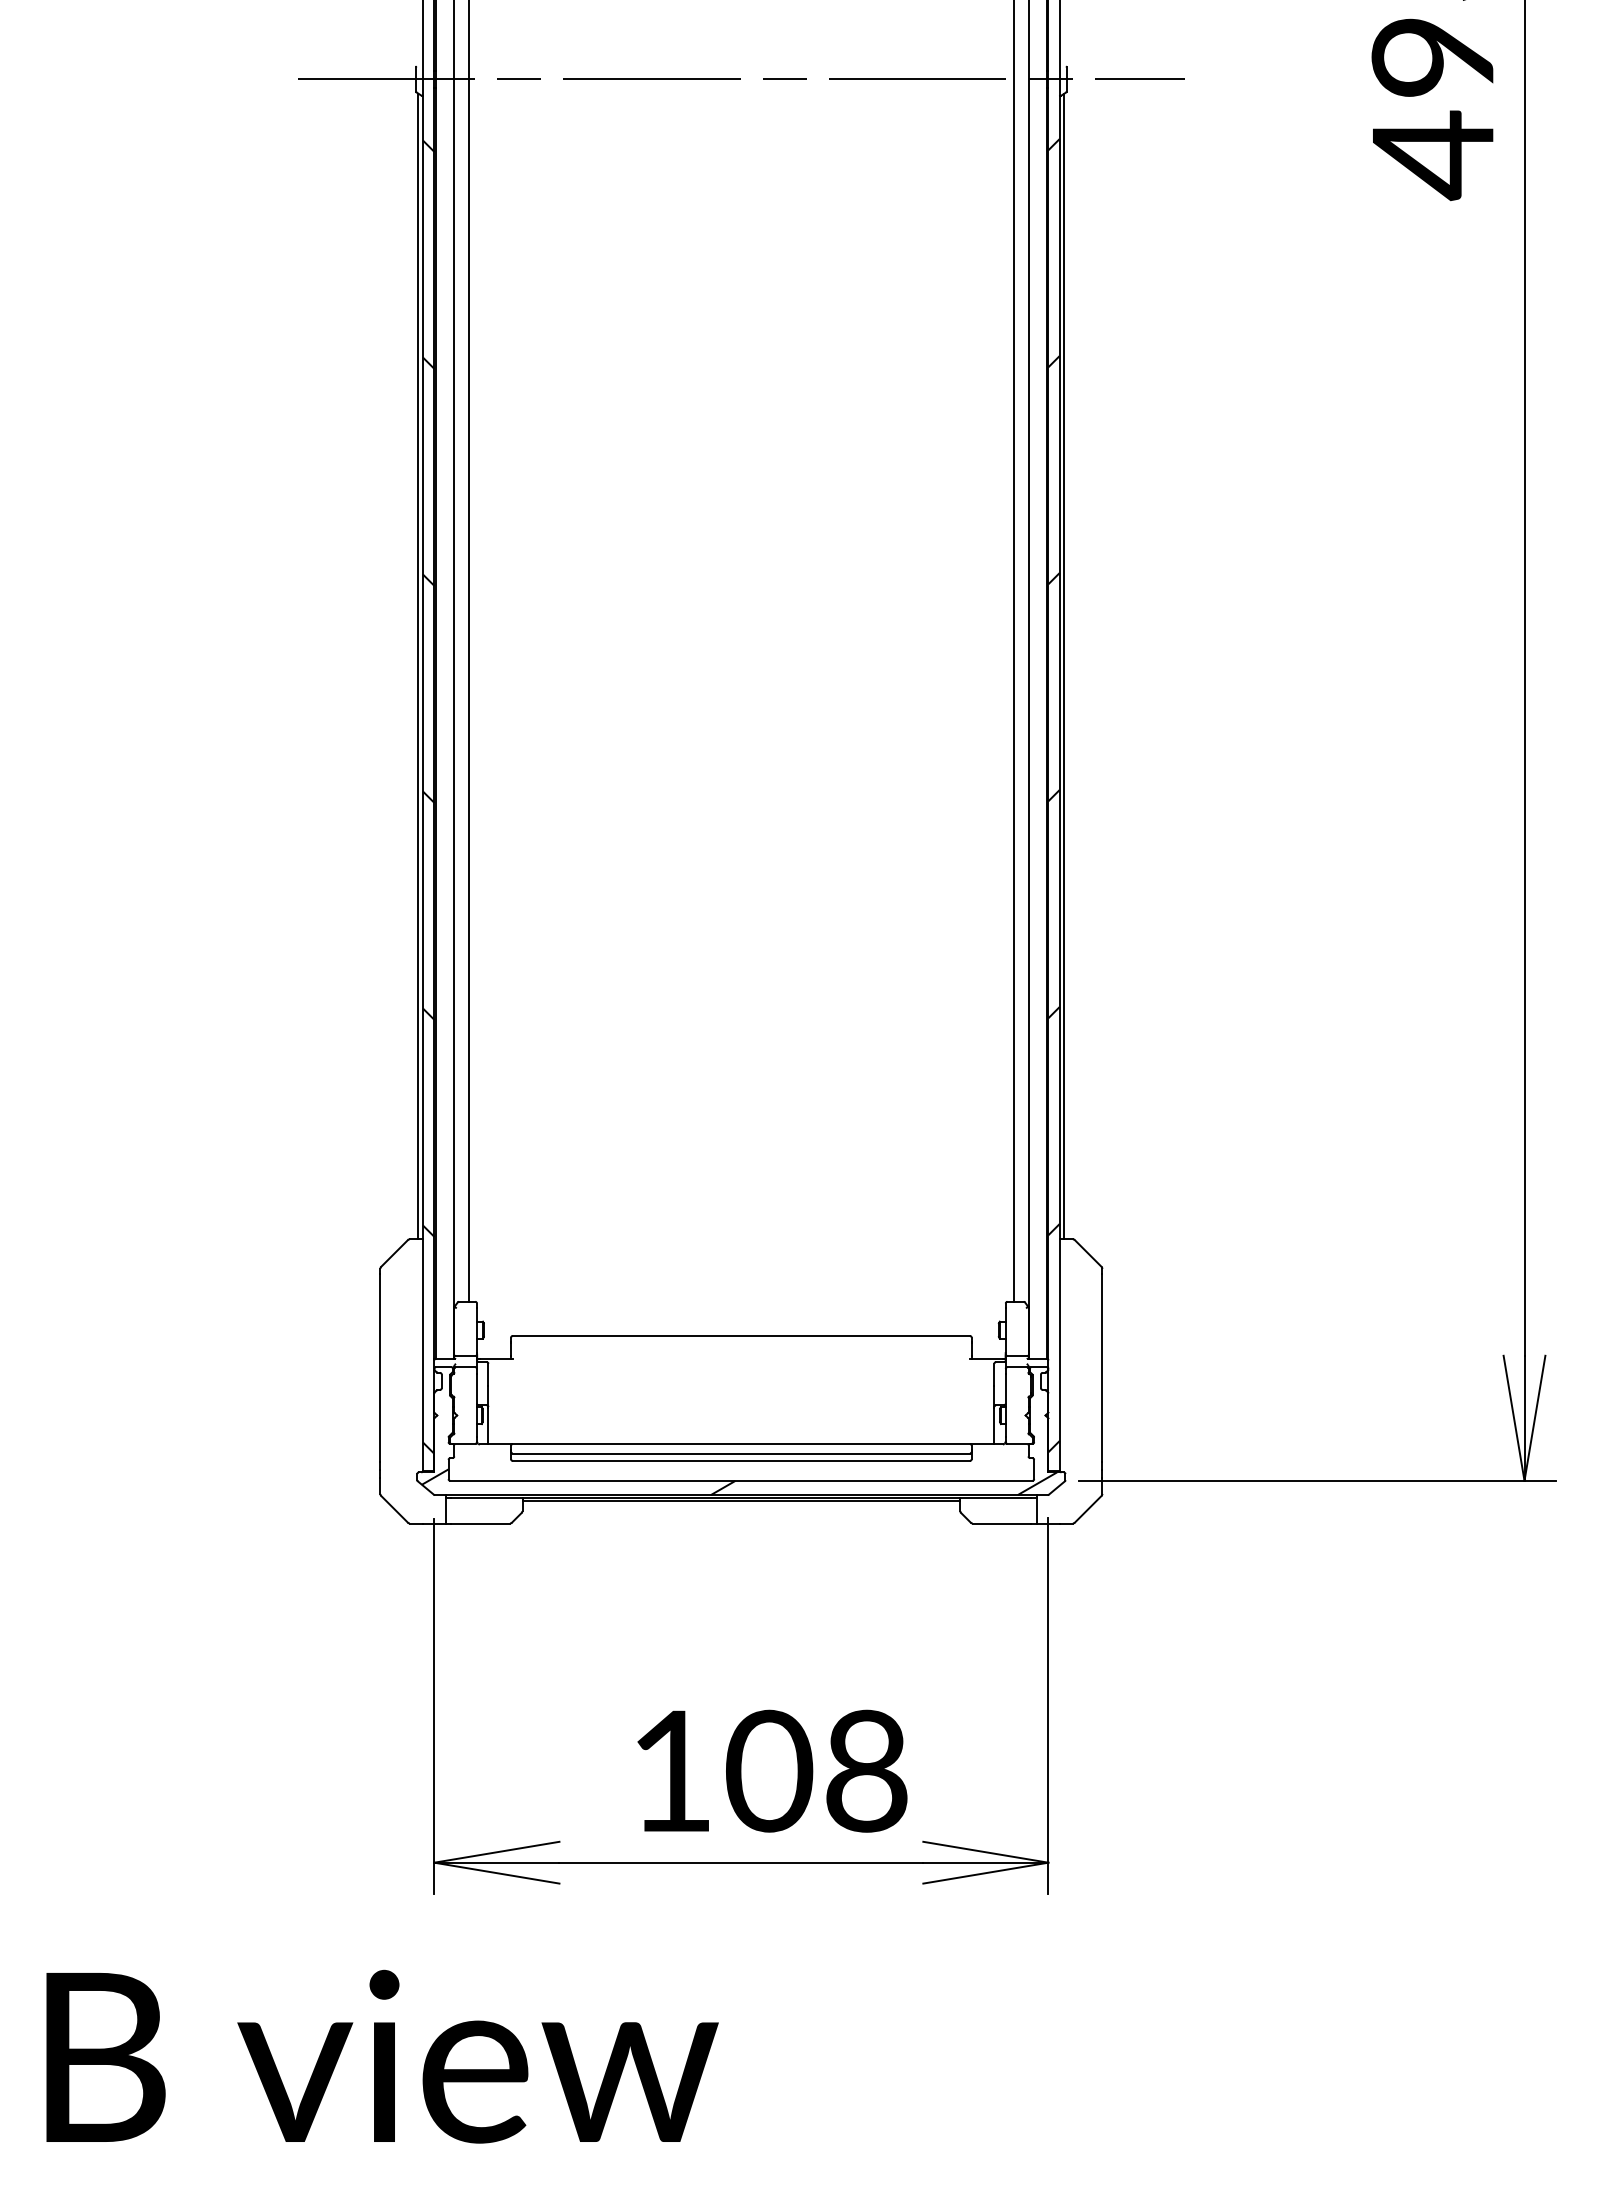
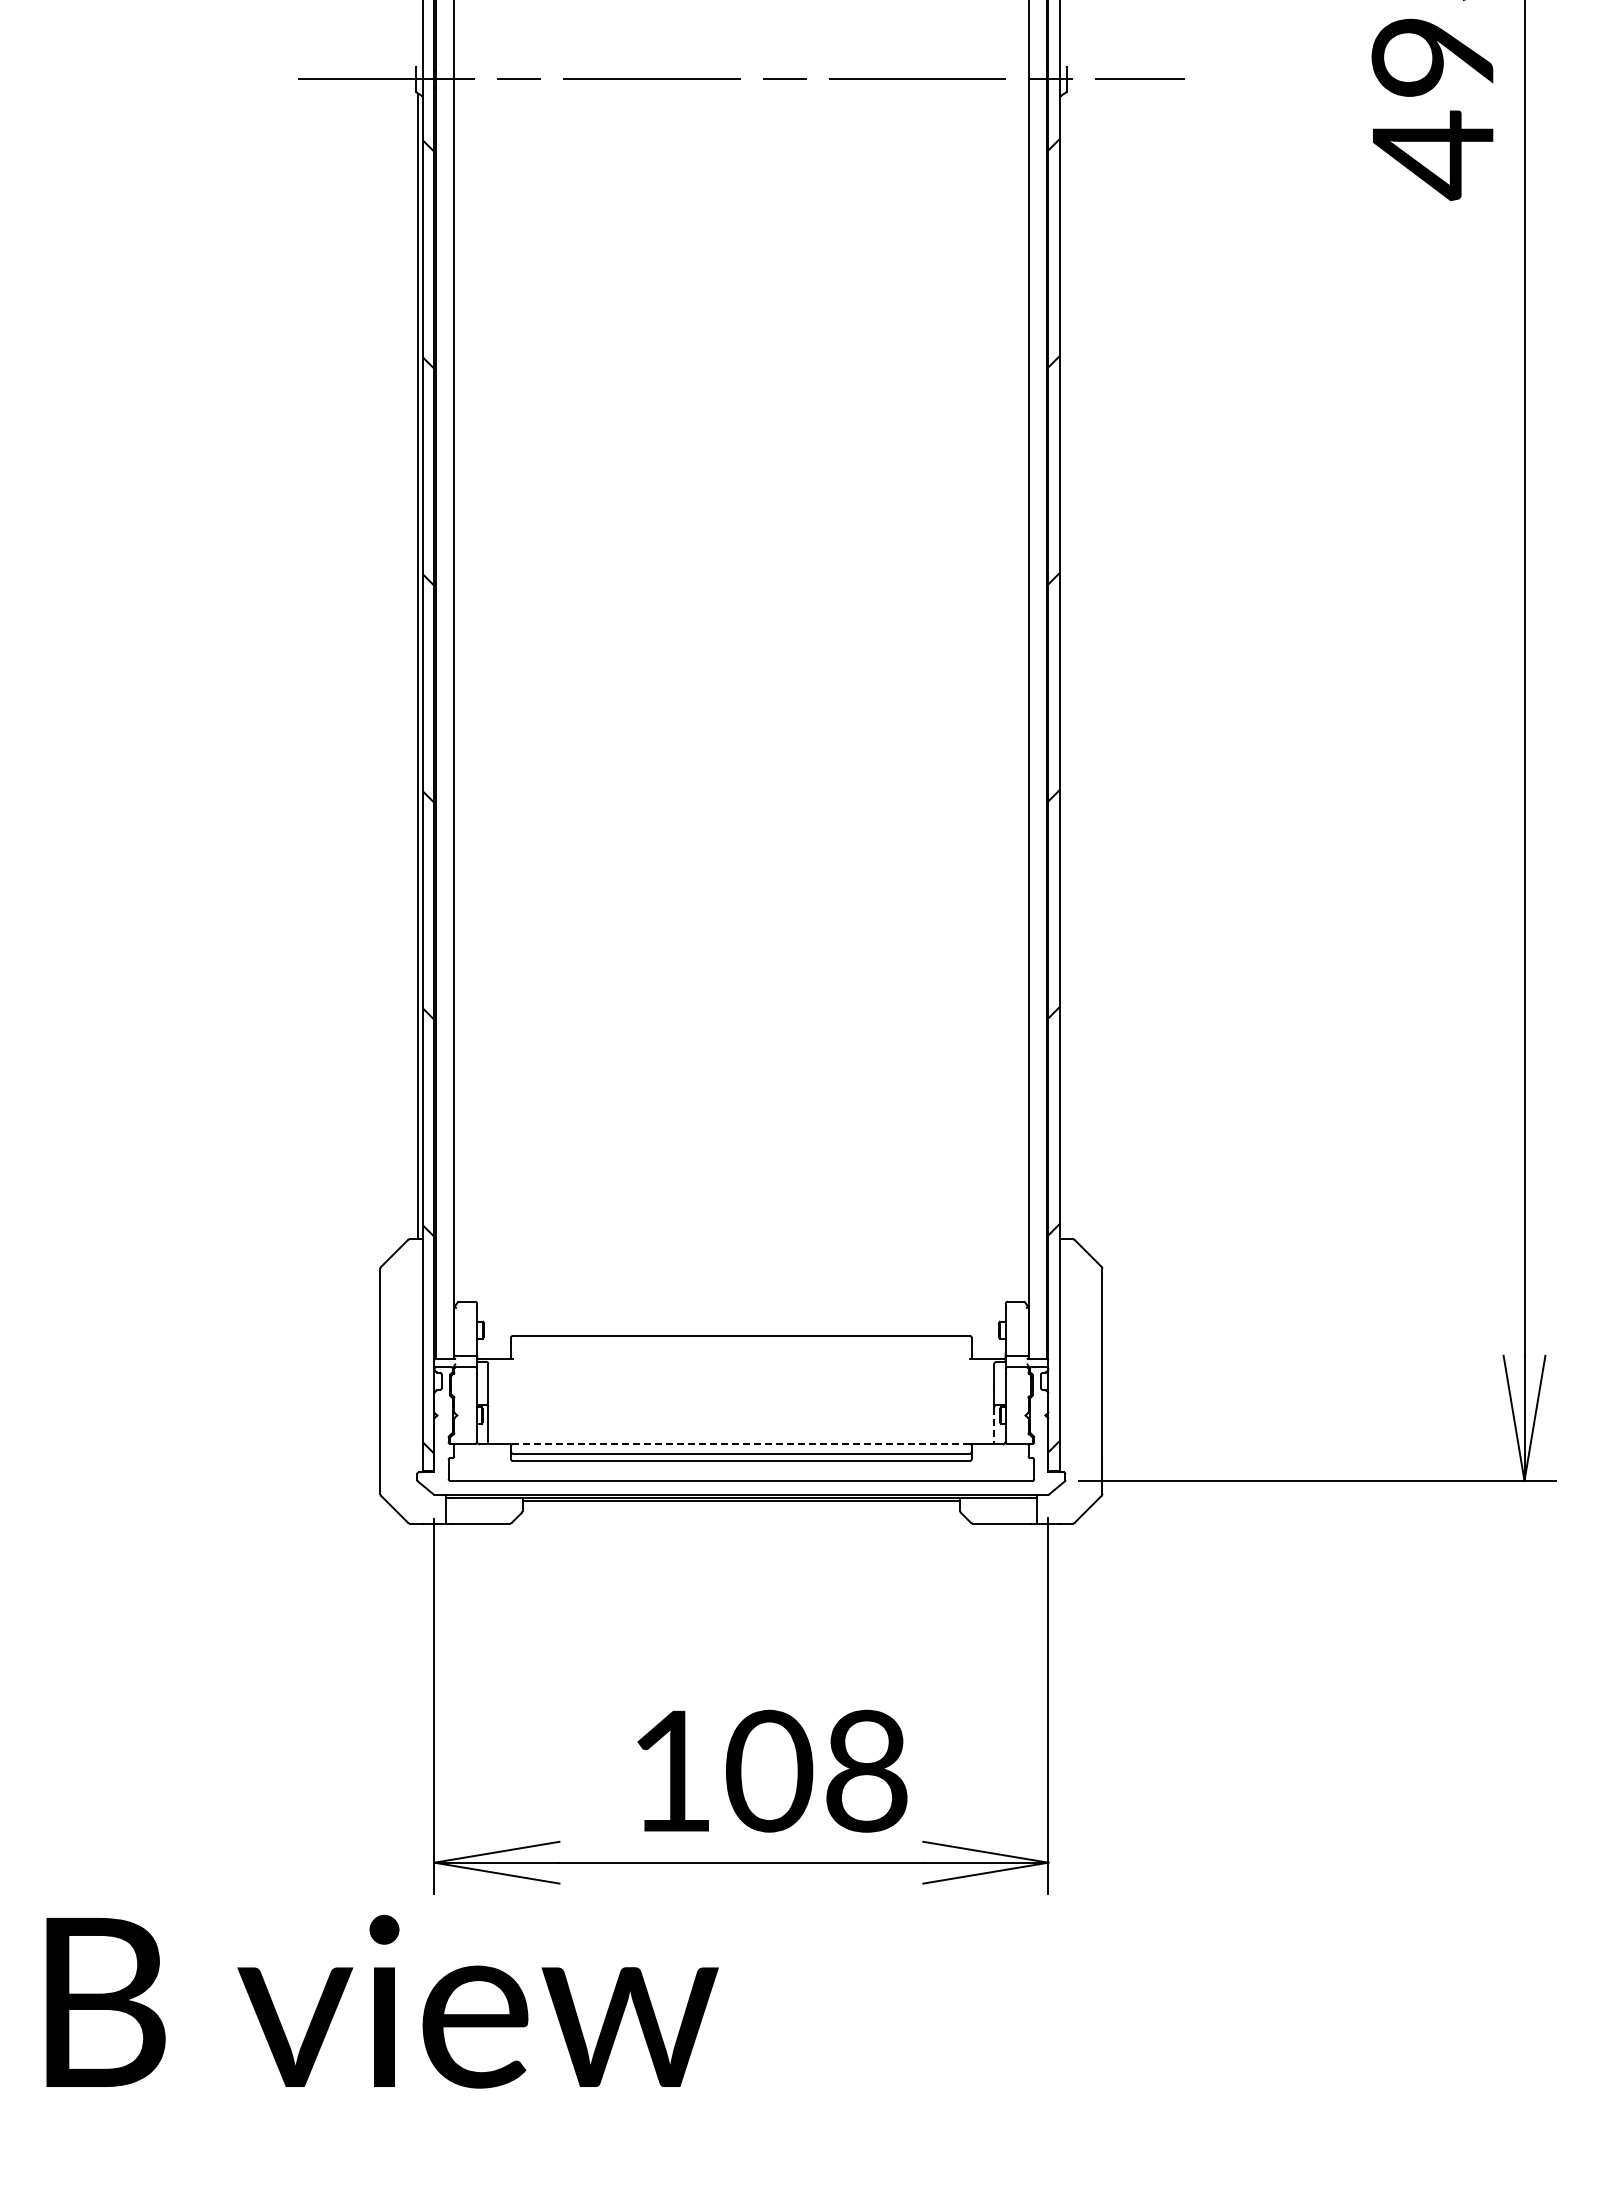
line at (468, 651): present -> none
line at (1014, 651): present -> none
line at (1064, 666): present -> none
line at (994, 1426): solid -> dashed
line at (741, 1443): solid -> dashed
hatch at (739, 1482): present -> none
text at (382, 2056) position: (382, 2056) -> (382, 2001)
